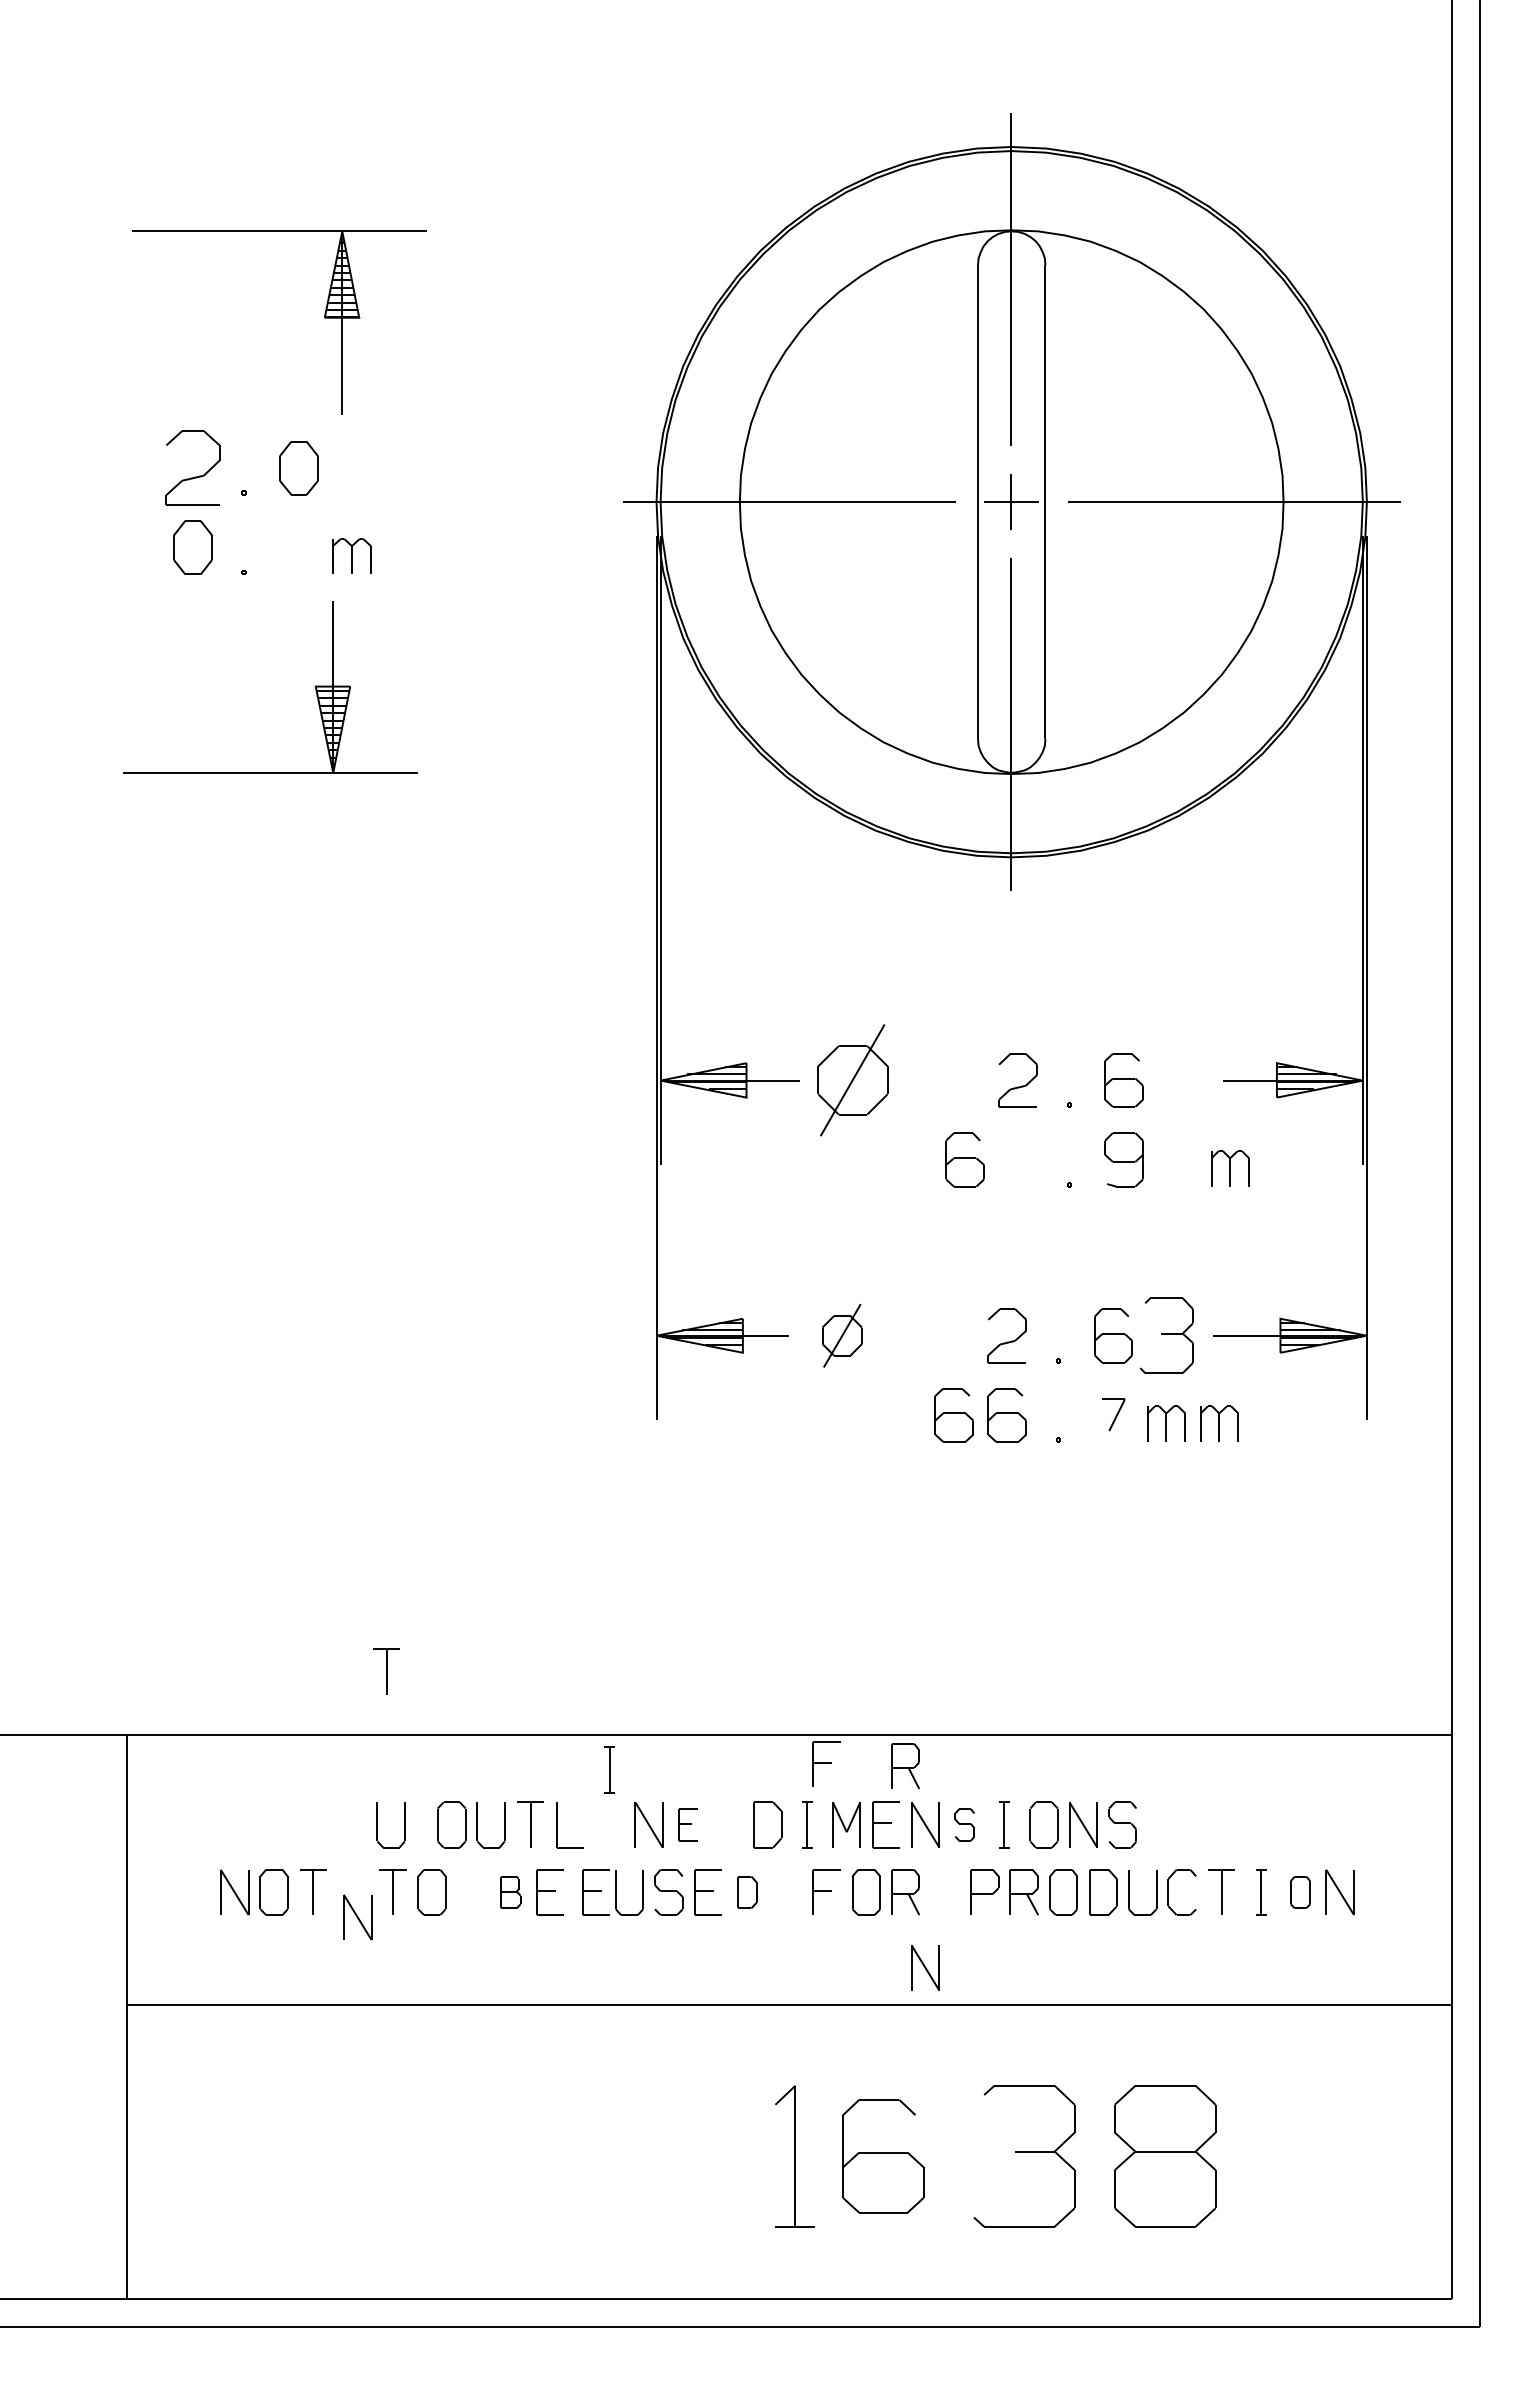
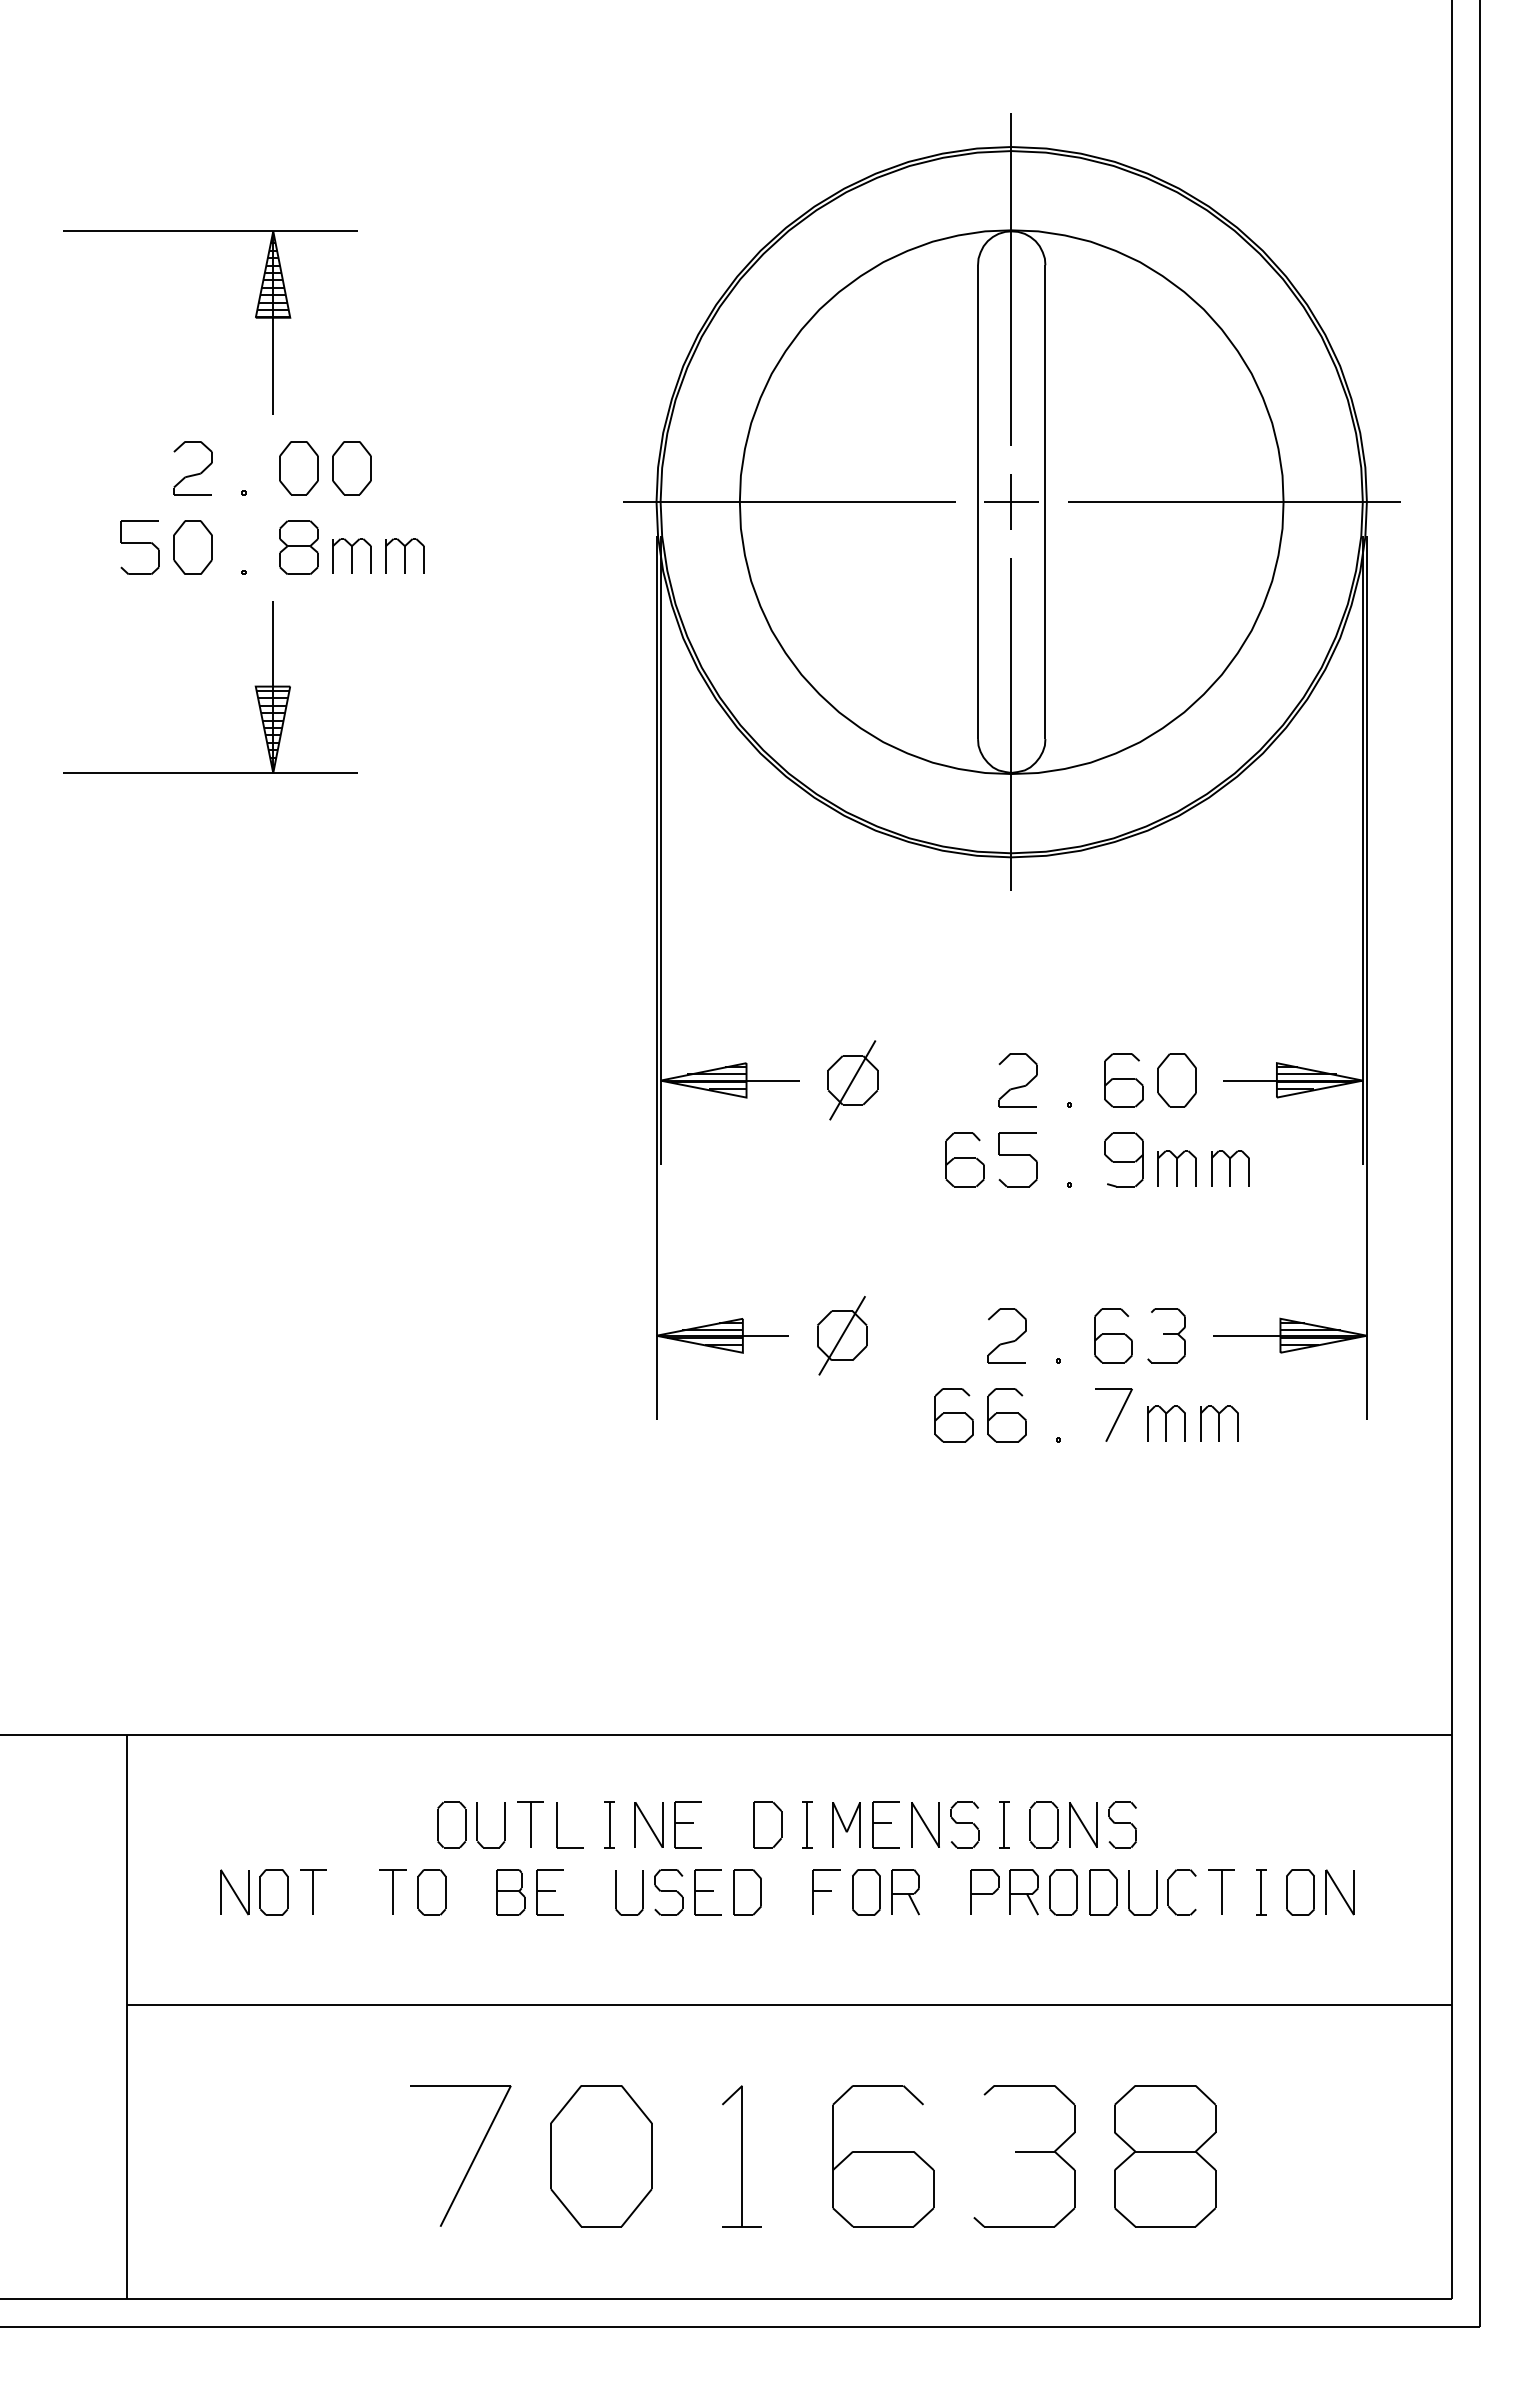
part at (324, 318) position: (324, 318) -> (255, 318)
part at (192, 467) size: 56x76 px -> 40x55 px
part at (351, 468): none -> present
part at (139, 547): none -> present
part at (298, 547): none -> present
part at (404, 555): none -> present
part at (314, 686) position: (314, 686) -> (254, 686)
part at (852, 1080) size: 72x113 px -> 52x81 px
part at (1176, 1080): none -> present
part at (1017, 1159): none -> present
part at (1176, 1168): none -> present
part at (842, 1335) size: 41x64 px -> 51x80 px
part at (1166, 1335) size: 55x77 px -> 39x56 px
part at (1113, 1414) size: 24x34 px -> 38x54 px
part at (386, 1671): present -> none
part at (826, 1763): present -> none
part at (905, 1766): present -> none
part at (609, 1769) position: (609, 1769) -> (609, 1824)
part at (687, 1824) size: 20x34 px -> 28x48 px
part at (964, 1824) size: 21x34 px -> 30x48 px
part at (377, 1825): present -> none
part at (510, 1892) size: 22x33 px -> 30x47 px
part at (595, 1892): present -> none
part at (747, 1892) size: 21x33 px -> 29x47 px
part at (1300, 1892) size: 21x33 px -> 29x47 px
part at (357, 1917): present -> none
part at (925, 1967): present -> none
part at (601, 2156): none -> present
part at (794, 2156) position: (794, 2156) -> (741, 2156)
part at (883, 2156) size: 83x115 px -> 103x143 px
part at (472, 2160): none -> present
